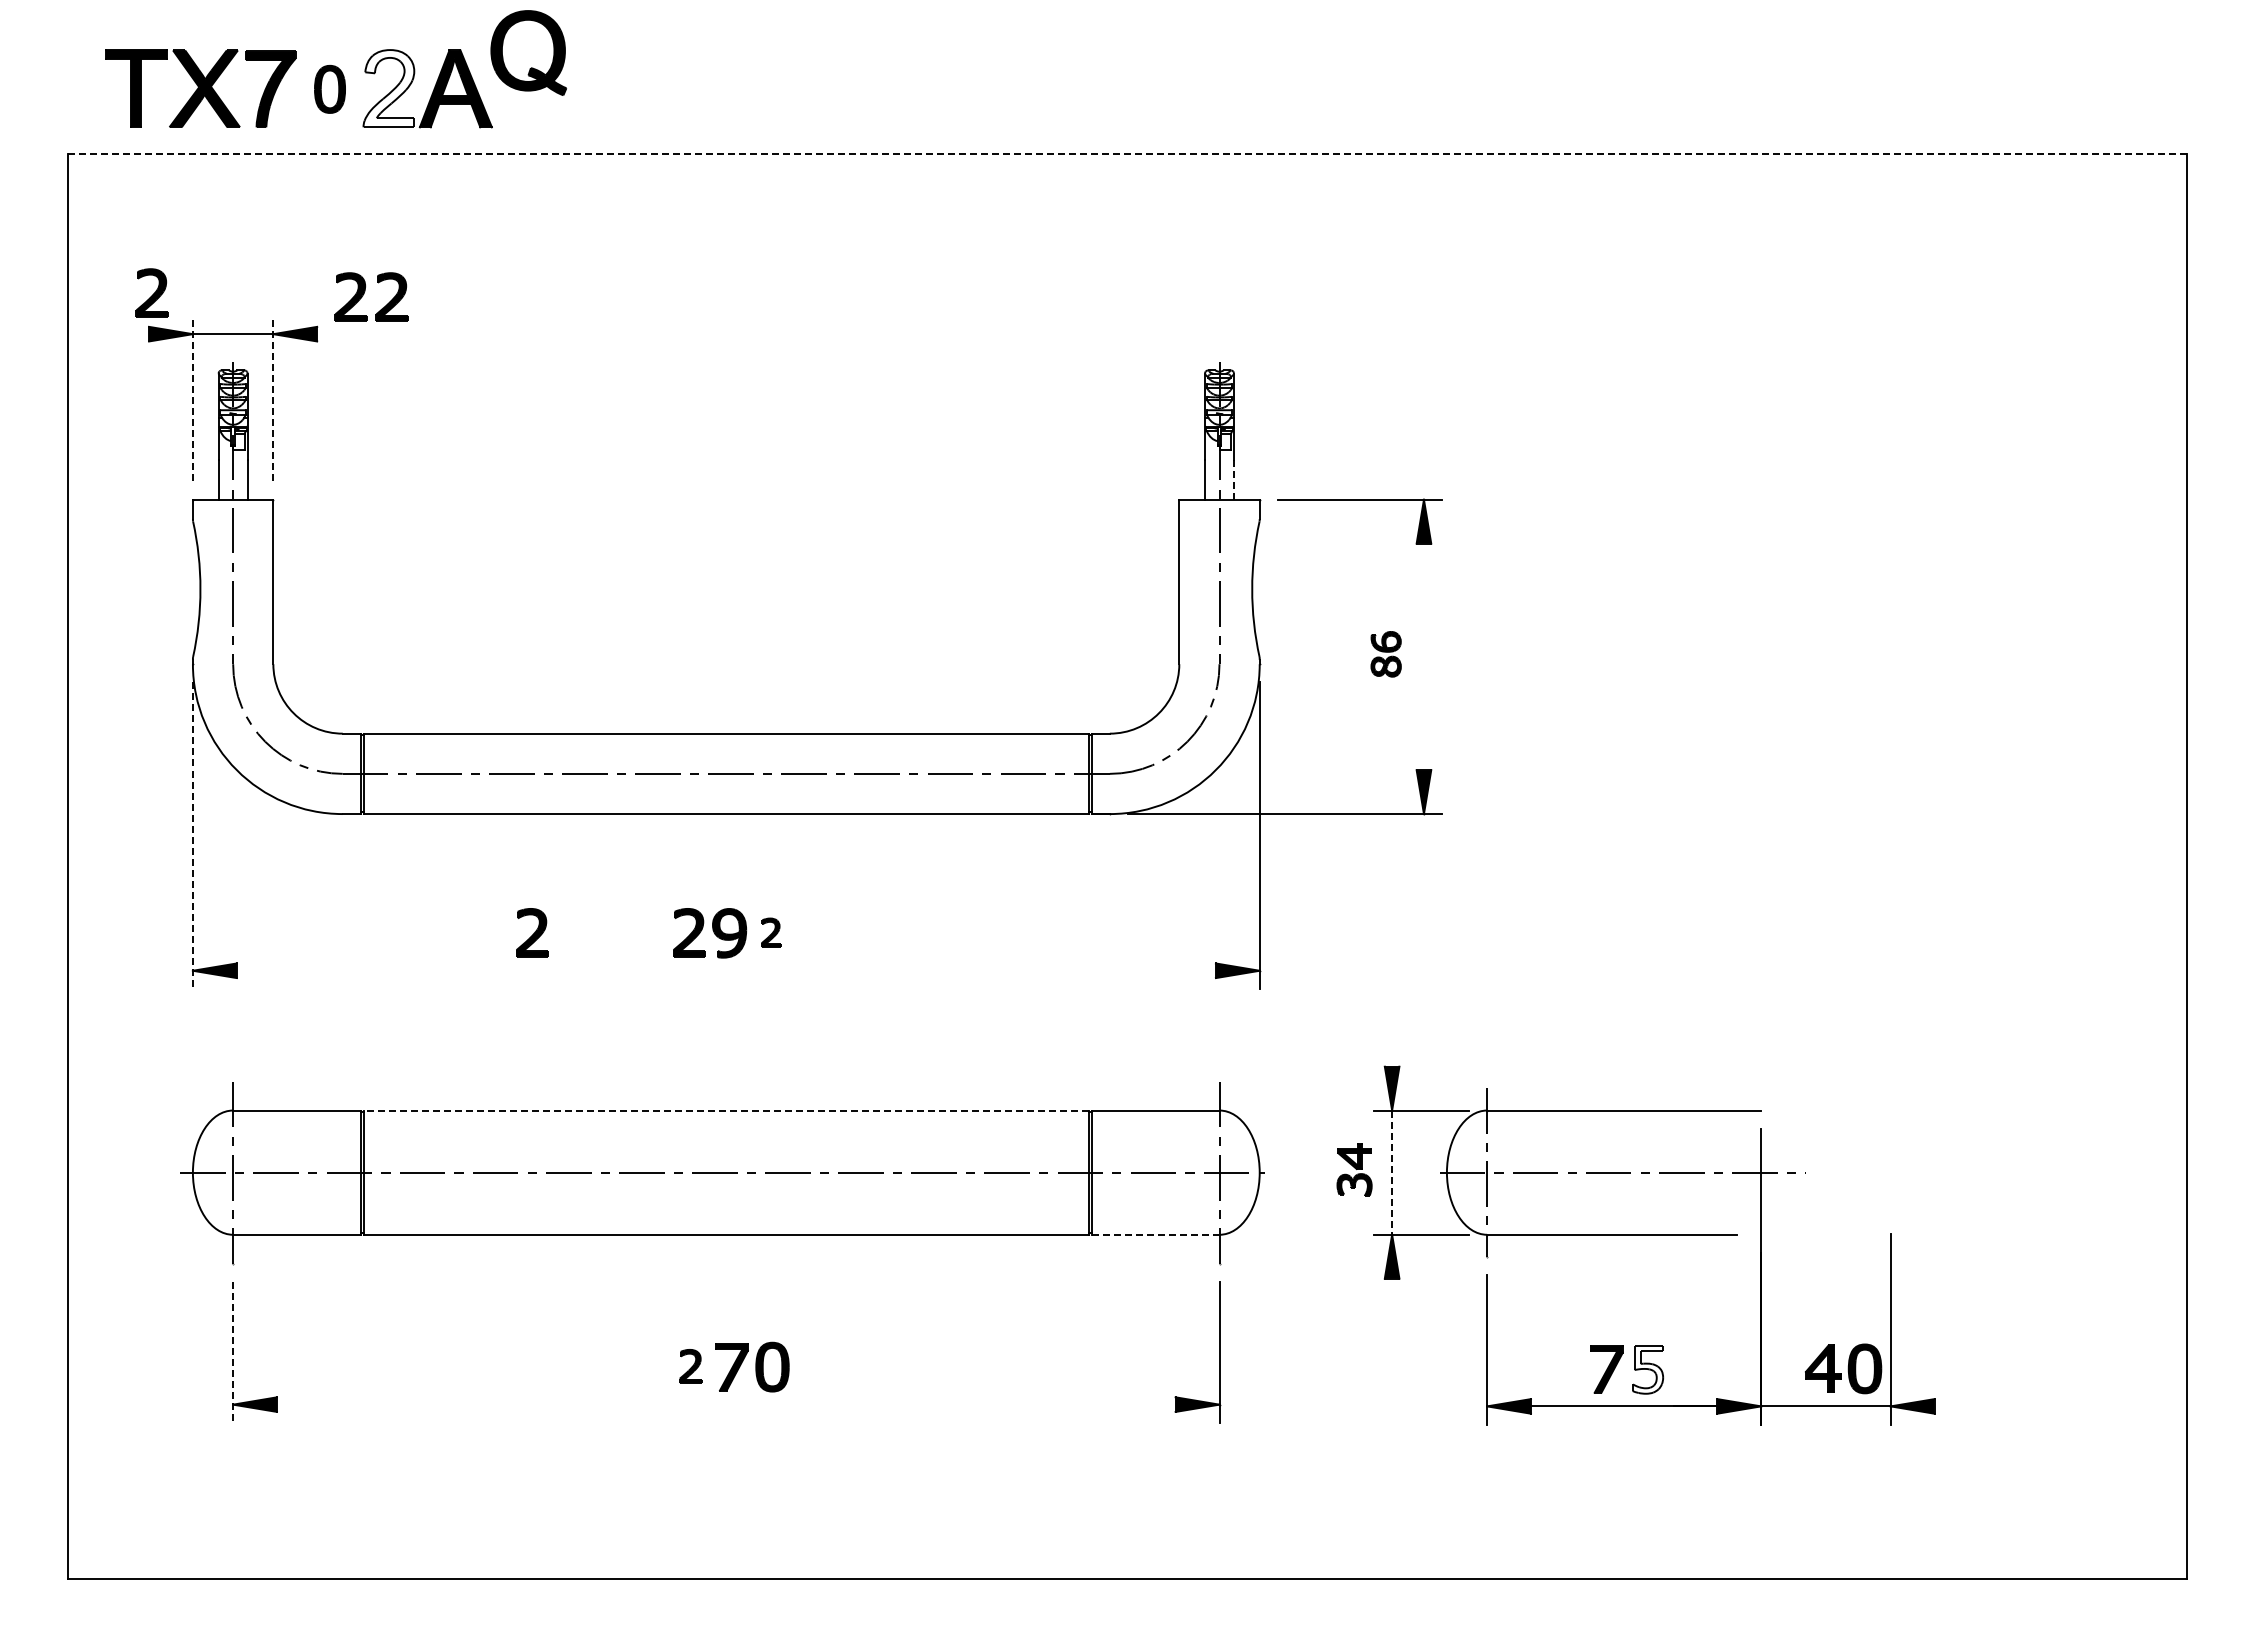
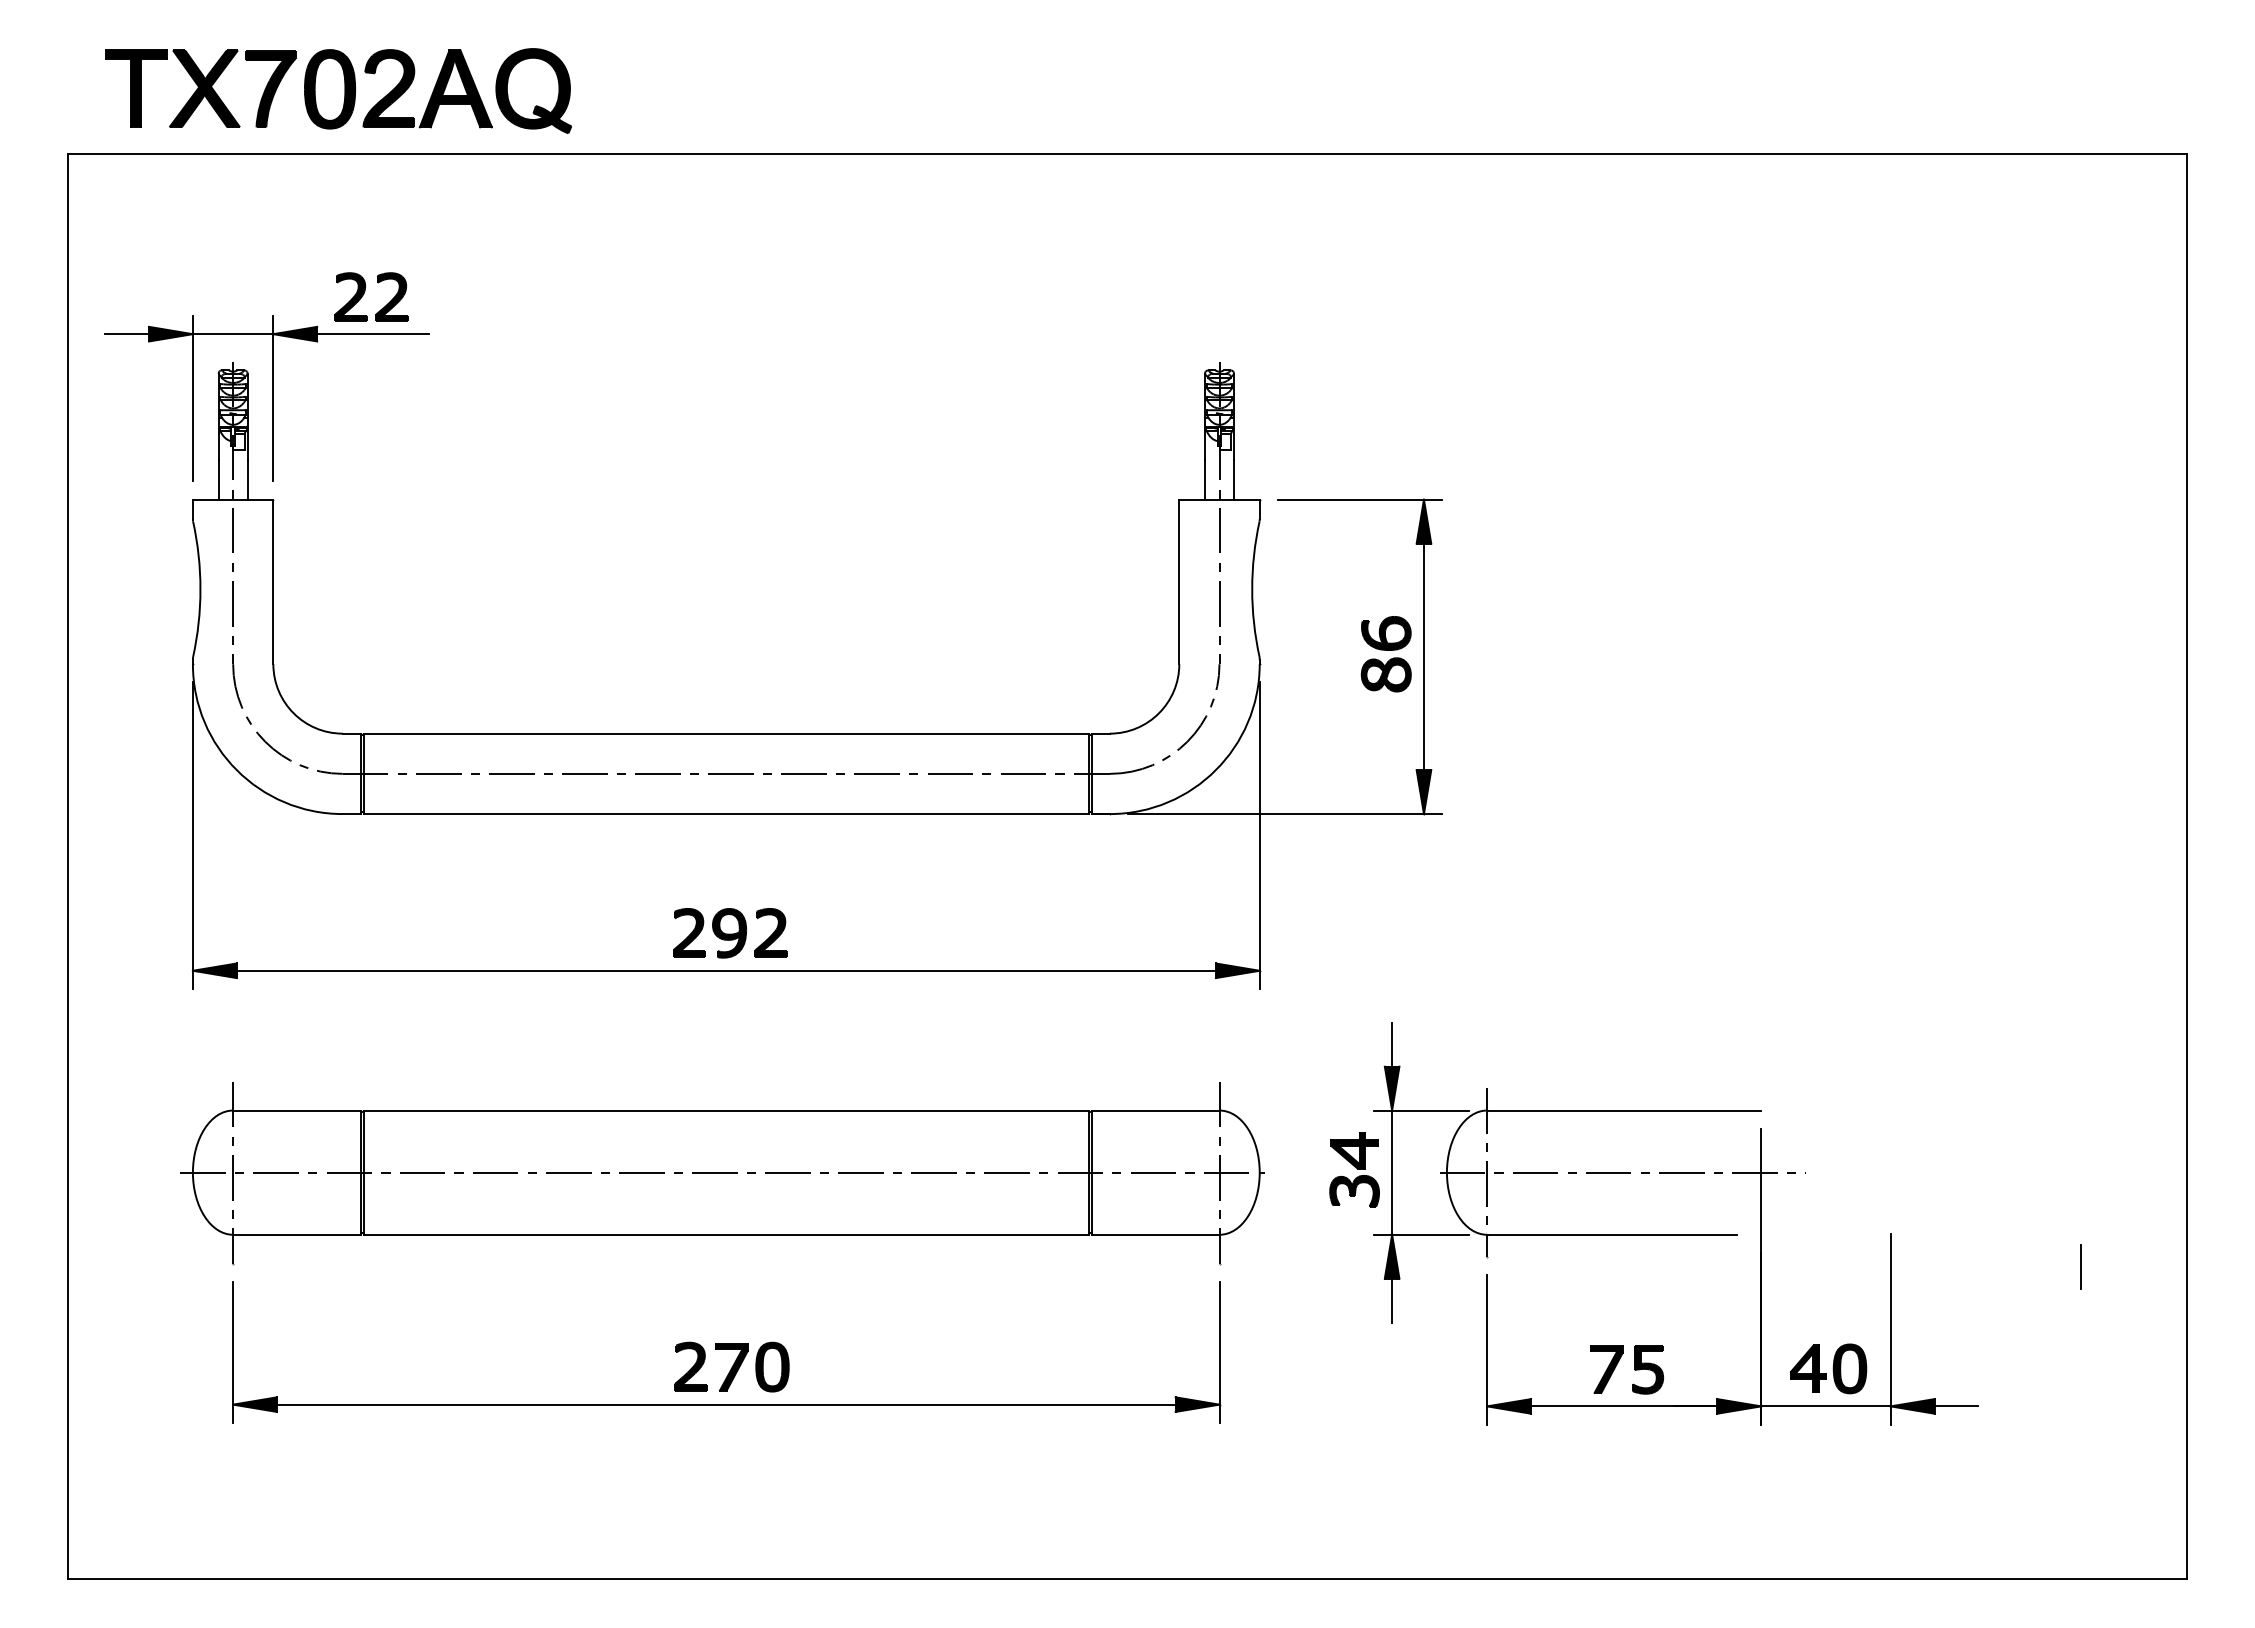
part at (528, 52) position: (528, 52) -> (533, 90)
fill at (388, 88): none -> present
part at (329, 89) size: 32x49 px -> 52x81 px
line at (1127, 153): dashed -> solid
part at (151, 292): present -> none
line at (127, 334): none -> present
line at (372, 334): none -> present
line at (192, 398): dashed -> solid
line at (273, 398): dashed -> solid
line at (1234, 479): dashed -> solid
part at (1385, 654) size: 32x47 px -> 52x77 px
line at (1423, 656): none -> present
line at (192, 836): dashed -> solid
part at (532, 932): present -> none
part at (771, 932) size: 21x31 px -> 34x50 px
line at (725, 970): none -> present
line at (1392, 1044): none -> present
line at (726, 1110): dashed -> solid
part at (1354, 1169) size: 37x54 px -> 51x76 px
line at (1392, 1173): dashed -> solid
line at (1155, 1234): dashed -> solid
line at (2081, 1267): none -> present
line at (1392, 1300): none -> present
line at (233, 1353): dashed -> solid
part at (690, 1366) size: 24x35 px -> 34x51 px
part at (1843, 1368) position: (1843, 1368) -> (1828, 1368)
fill at (1647, 1369): none -> present
line at (725, 1404): none -> present
line at (1956, 1406): none -> present
